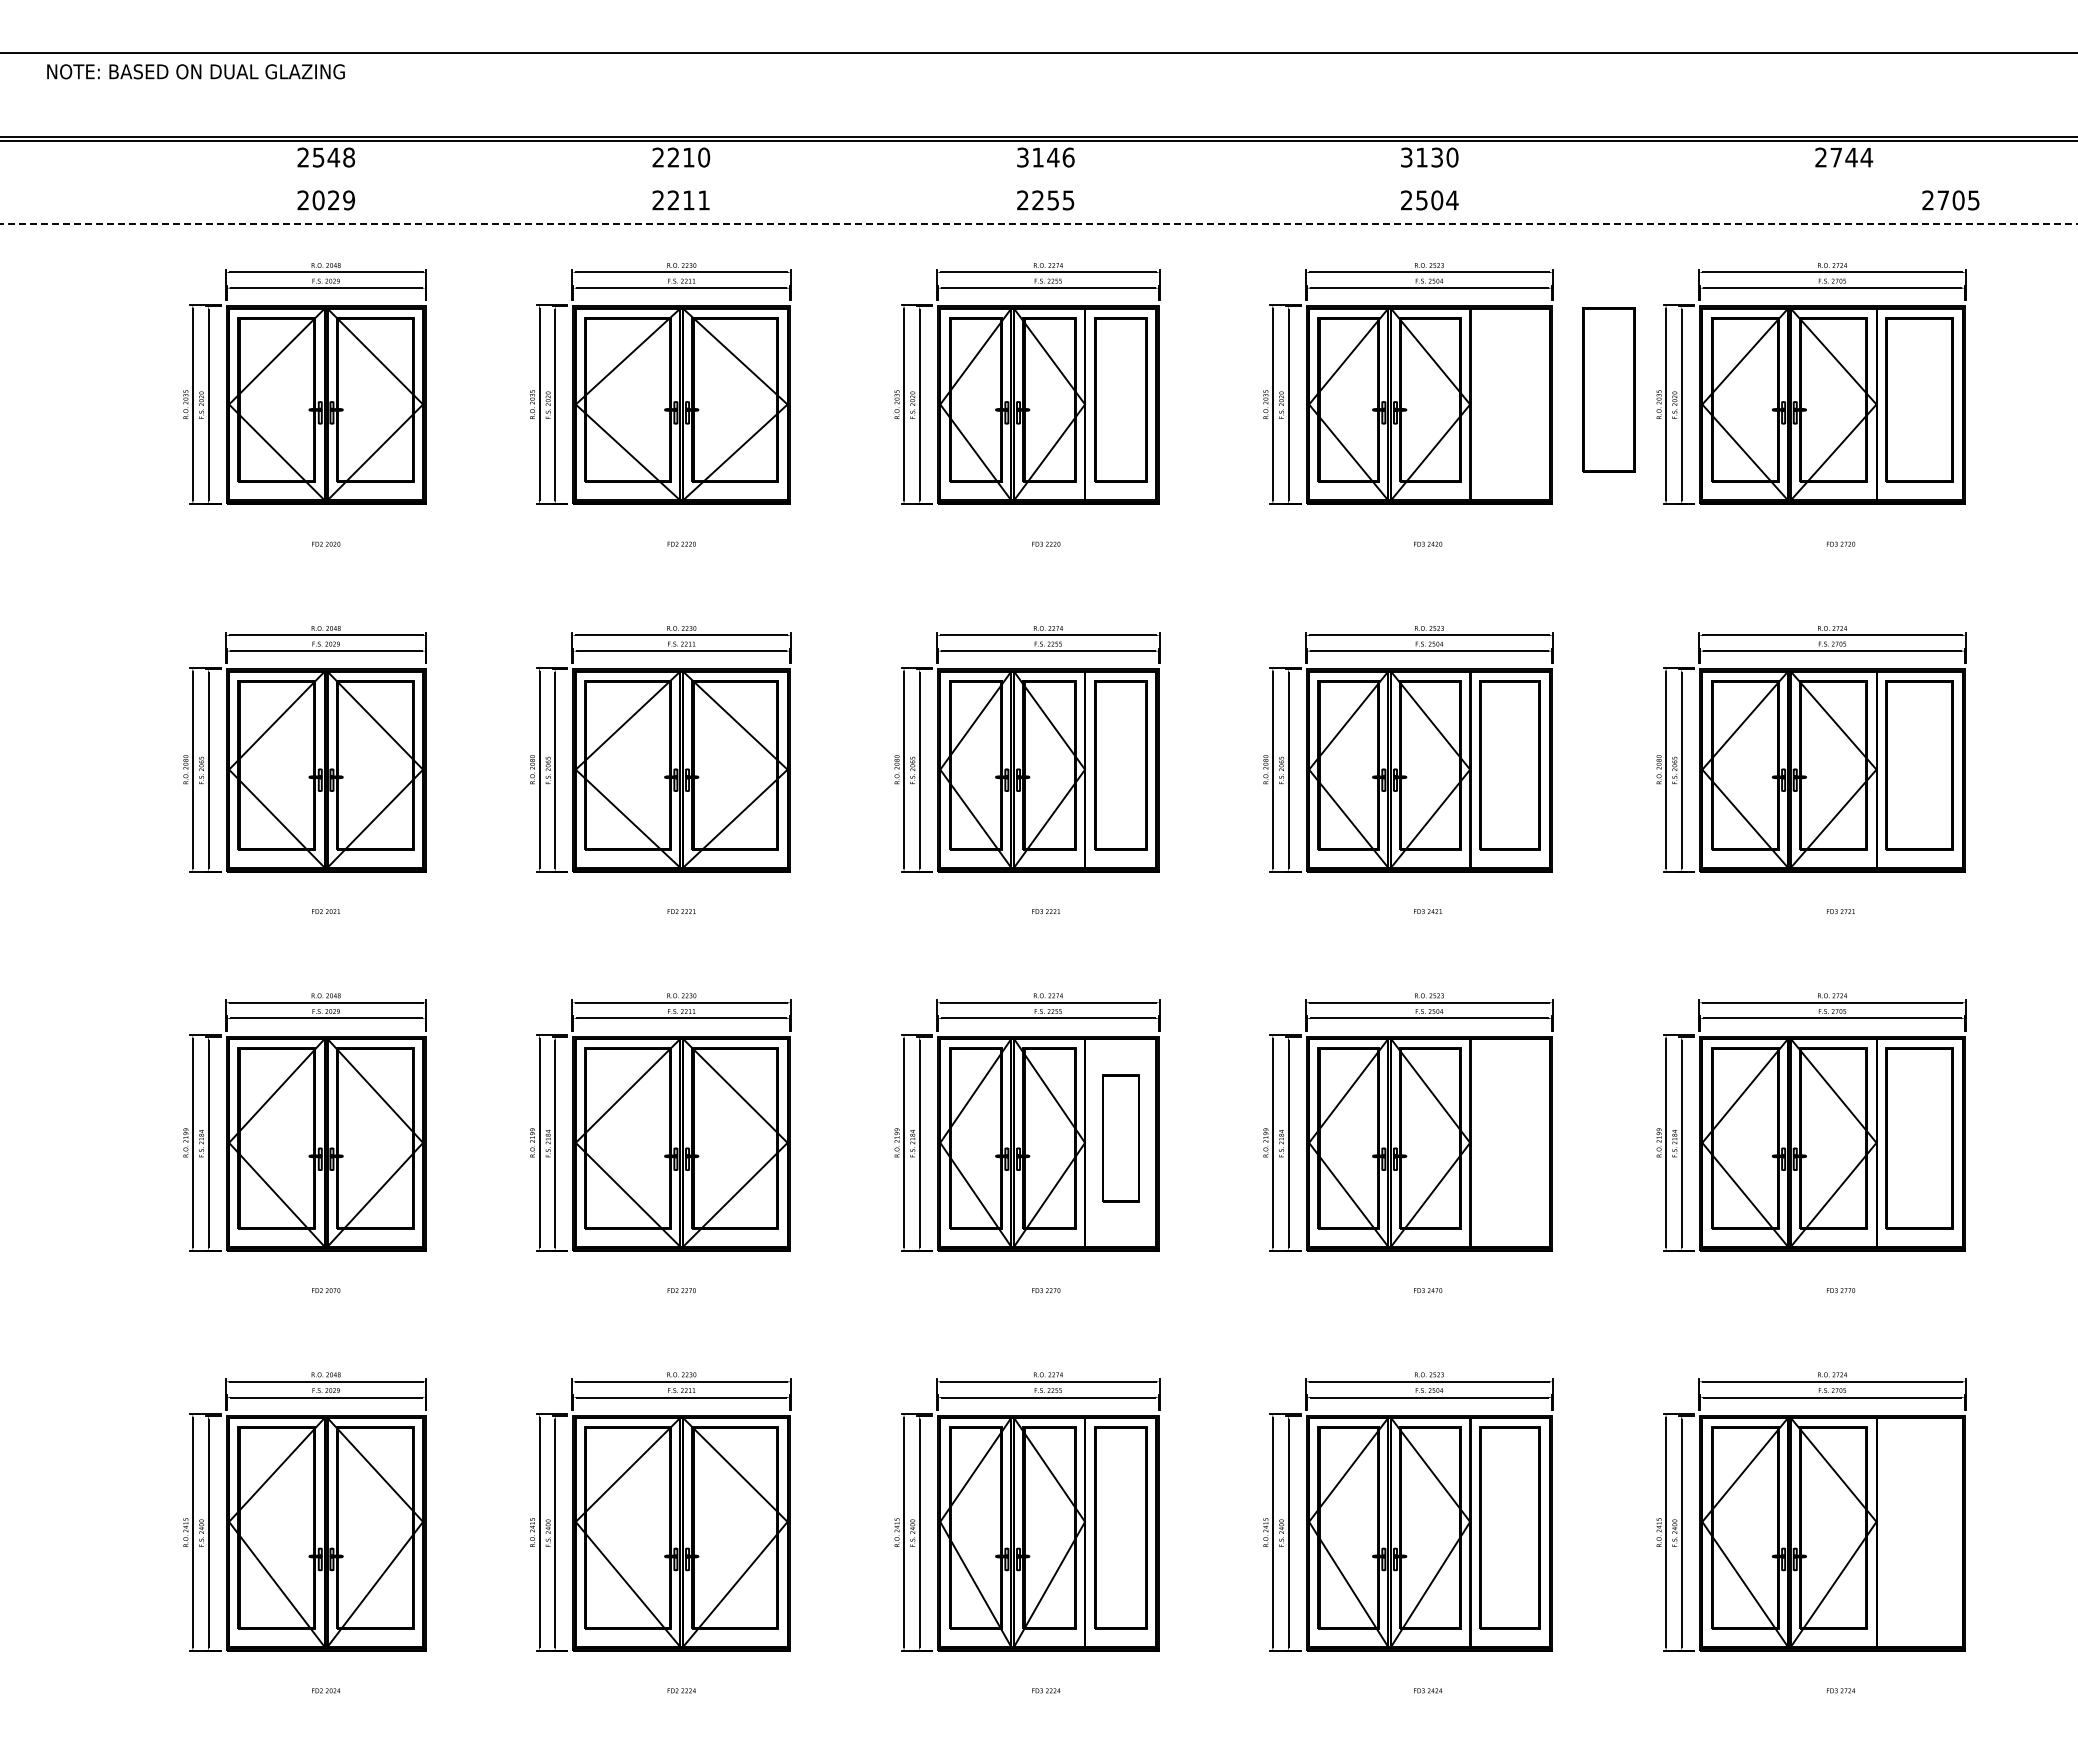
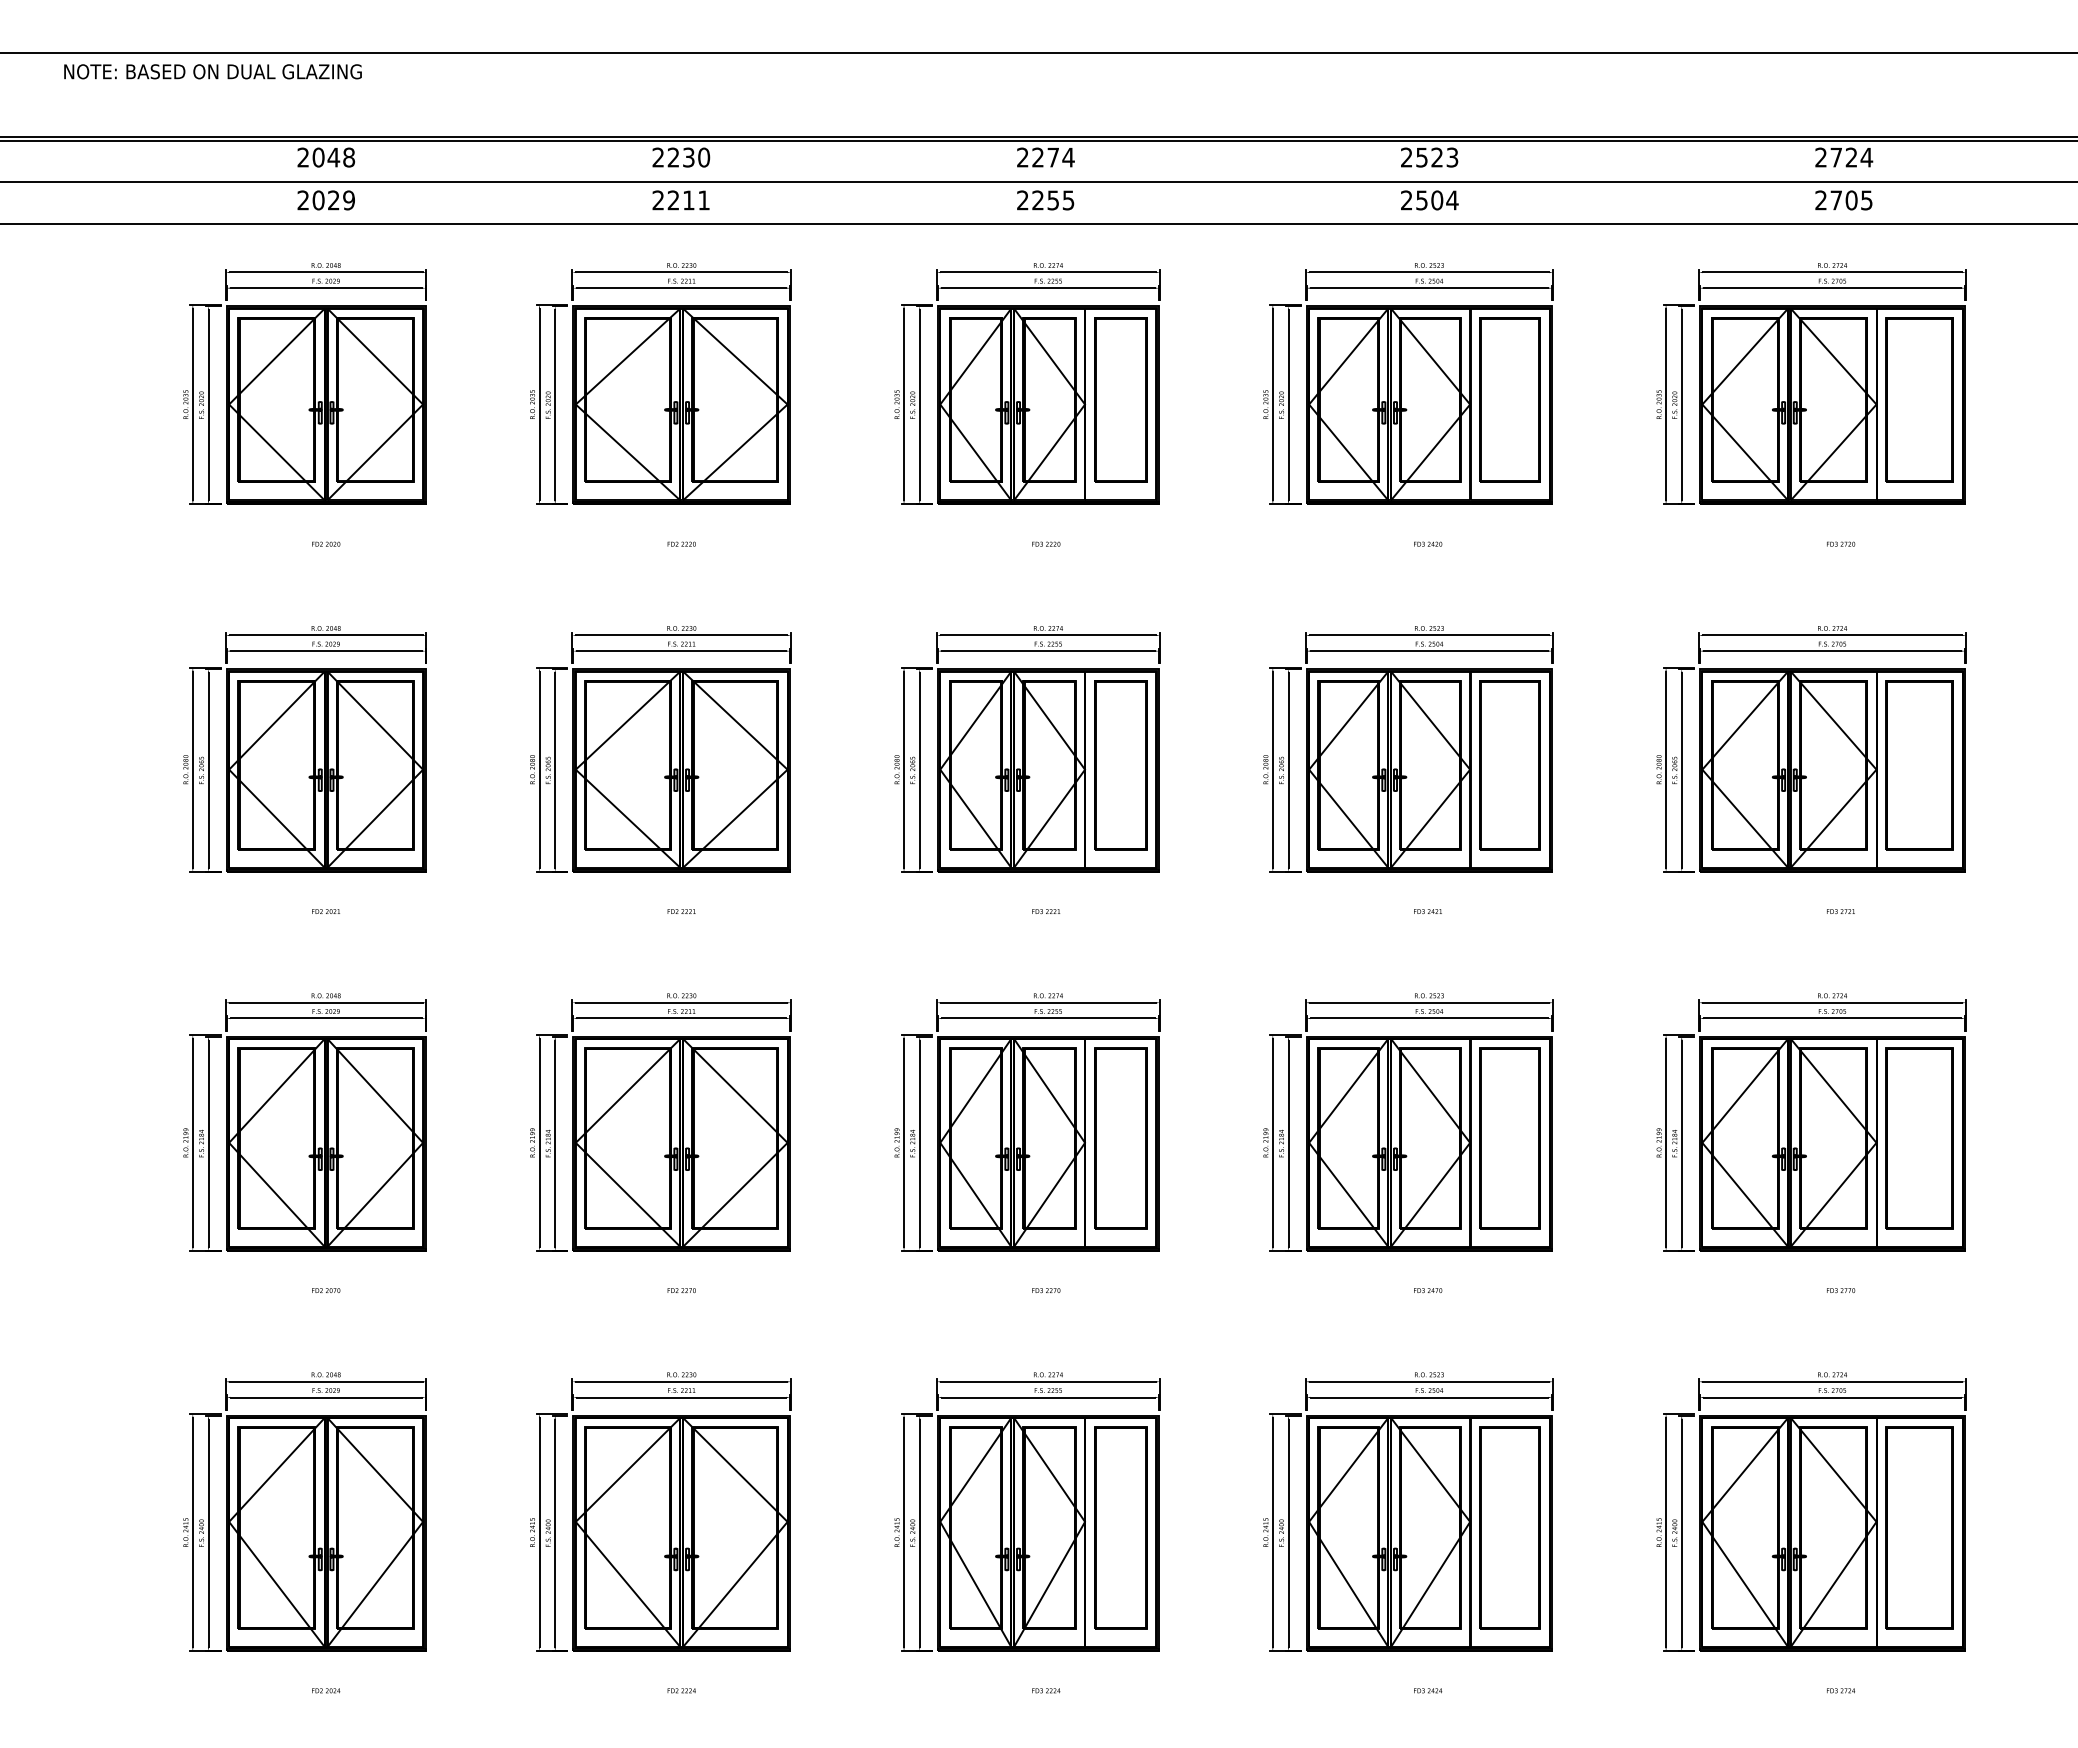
text at (195, 71) position: (195, 71) -> (212, 71)
text at (318, 157): 2548 -> 2048
text at (688, 157): 2210 -> 2230
text at (1045, 157): 3146 -> 2274
text at (1429, 157): 3130 -> 2523
text at (1851, 157): 2744 -> 2724
line at (1038, 182): none -> present
text at (1950, 200) position: (1950, 200) -> (1843, 200)
line at (1038, 223): dashed -> solid
part at (1608, 389): present -> none
part at (1509, 399): none -> present
part at (1120, 1138) size: 38x129 px -> 54x183 px
part at (1509, 1138): none -> present
part at (1919, 1527): none -> present
